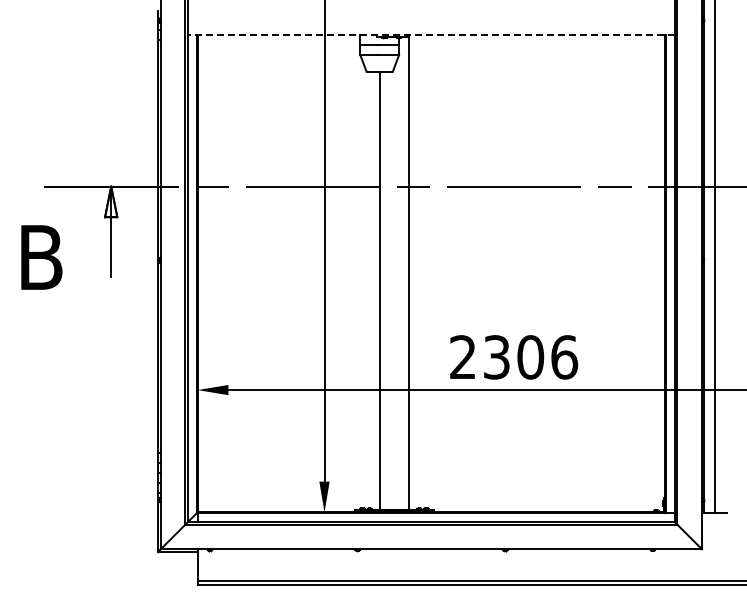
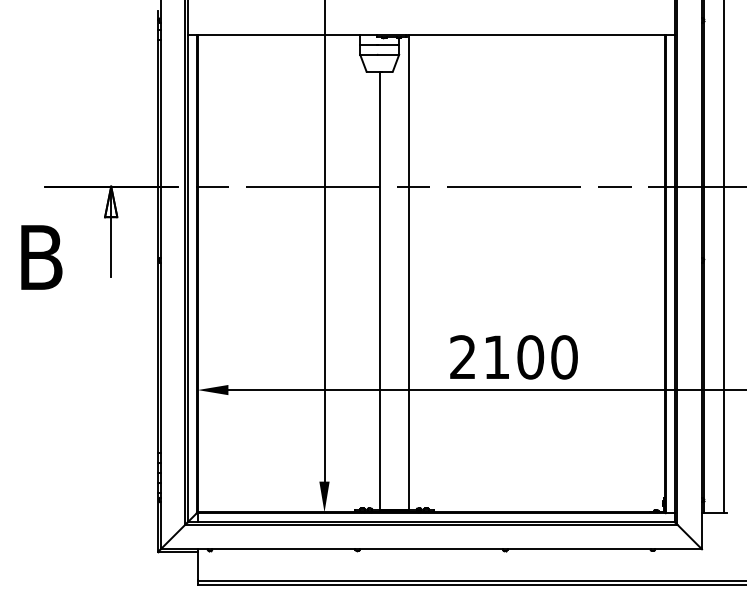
line at (431, 35): dashed -> solid
line at (715, 257) position: (715, 257) -> (724, 257)
text at (531, 357): 2306 -> 2100
